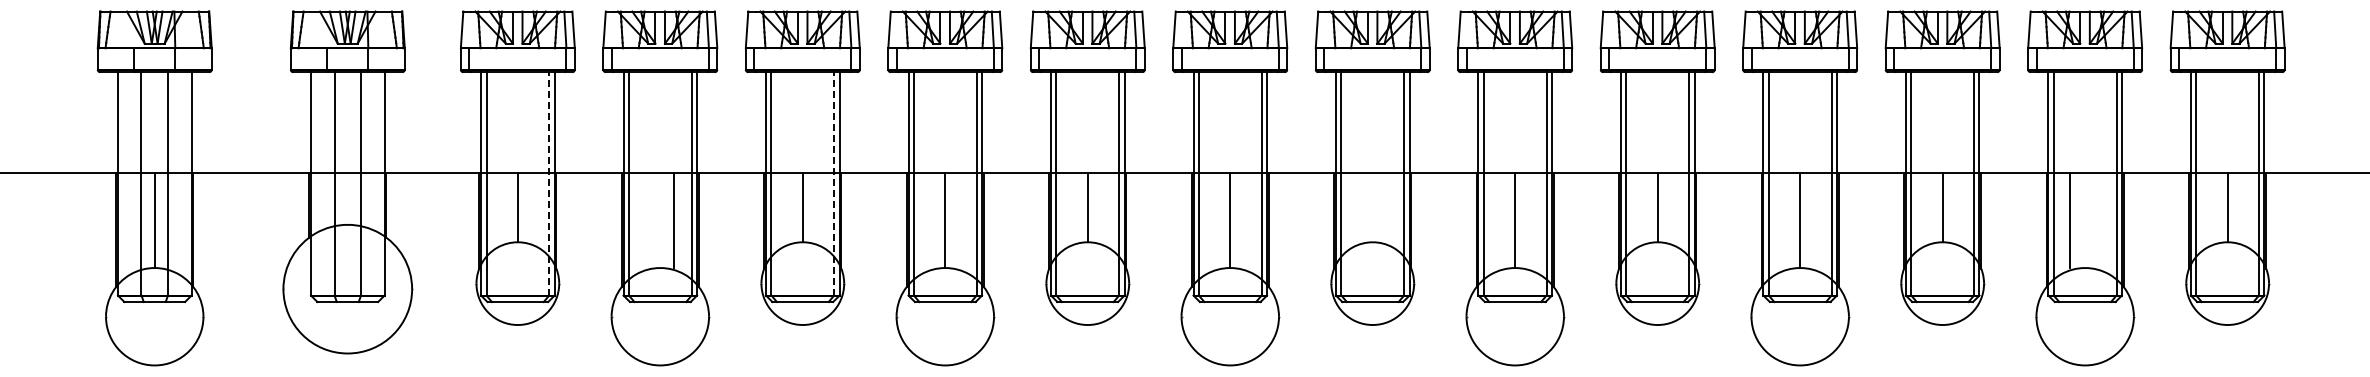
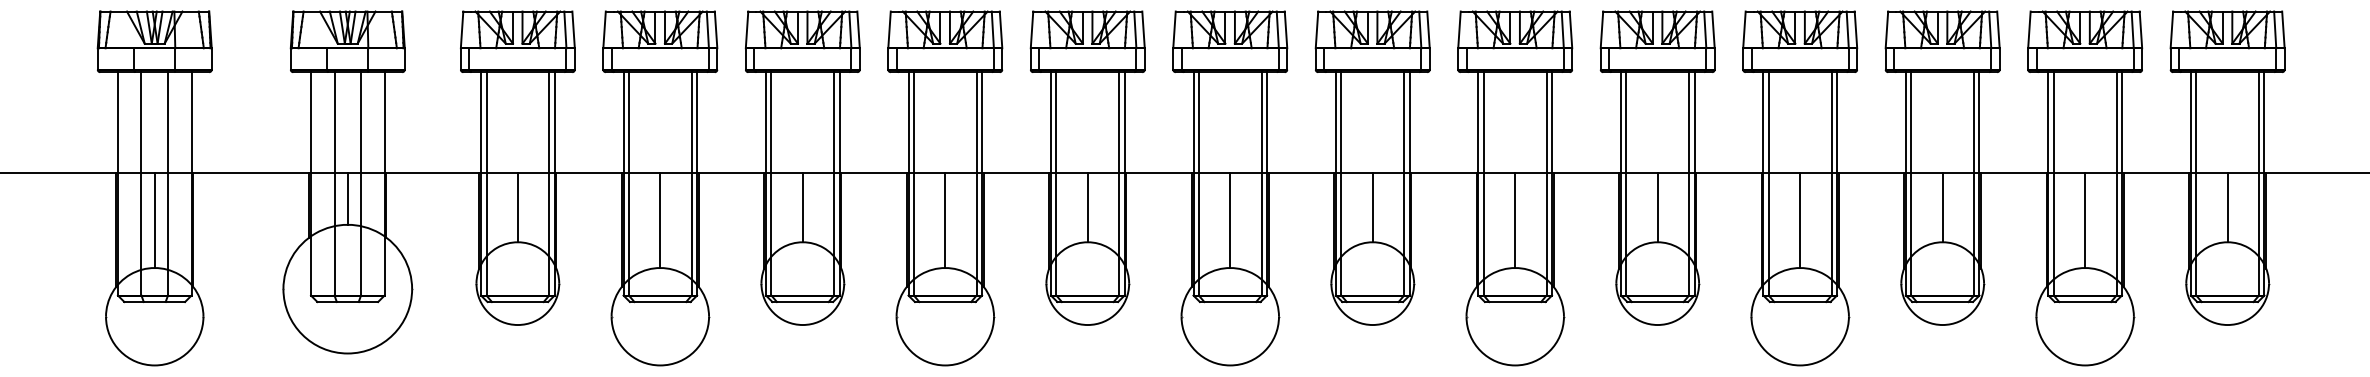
line at (549, 183): dashed -> solid
line at (834, 183): dashed -> solid
line at (347, 198): none -> present
line at (1372, 207): none -> present
line at (674, 220) position: (674, 220) -> (660, 220)
line at (2070, 220) position: (2070, 220) -> (2085, 220)
